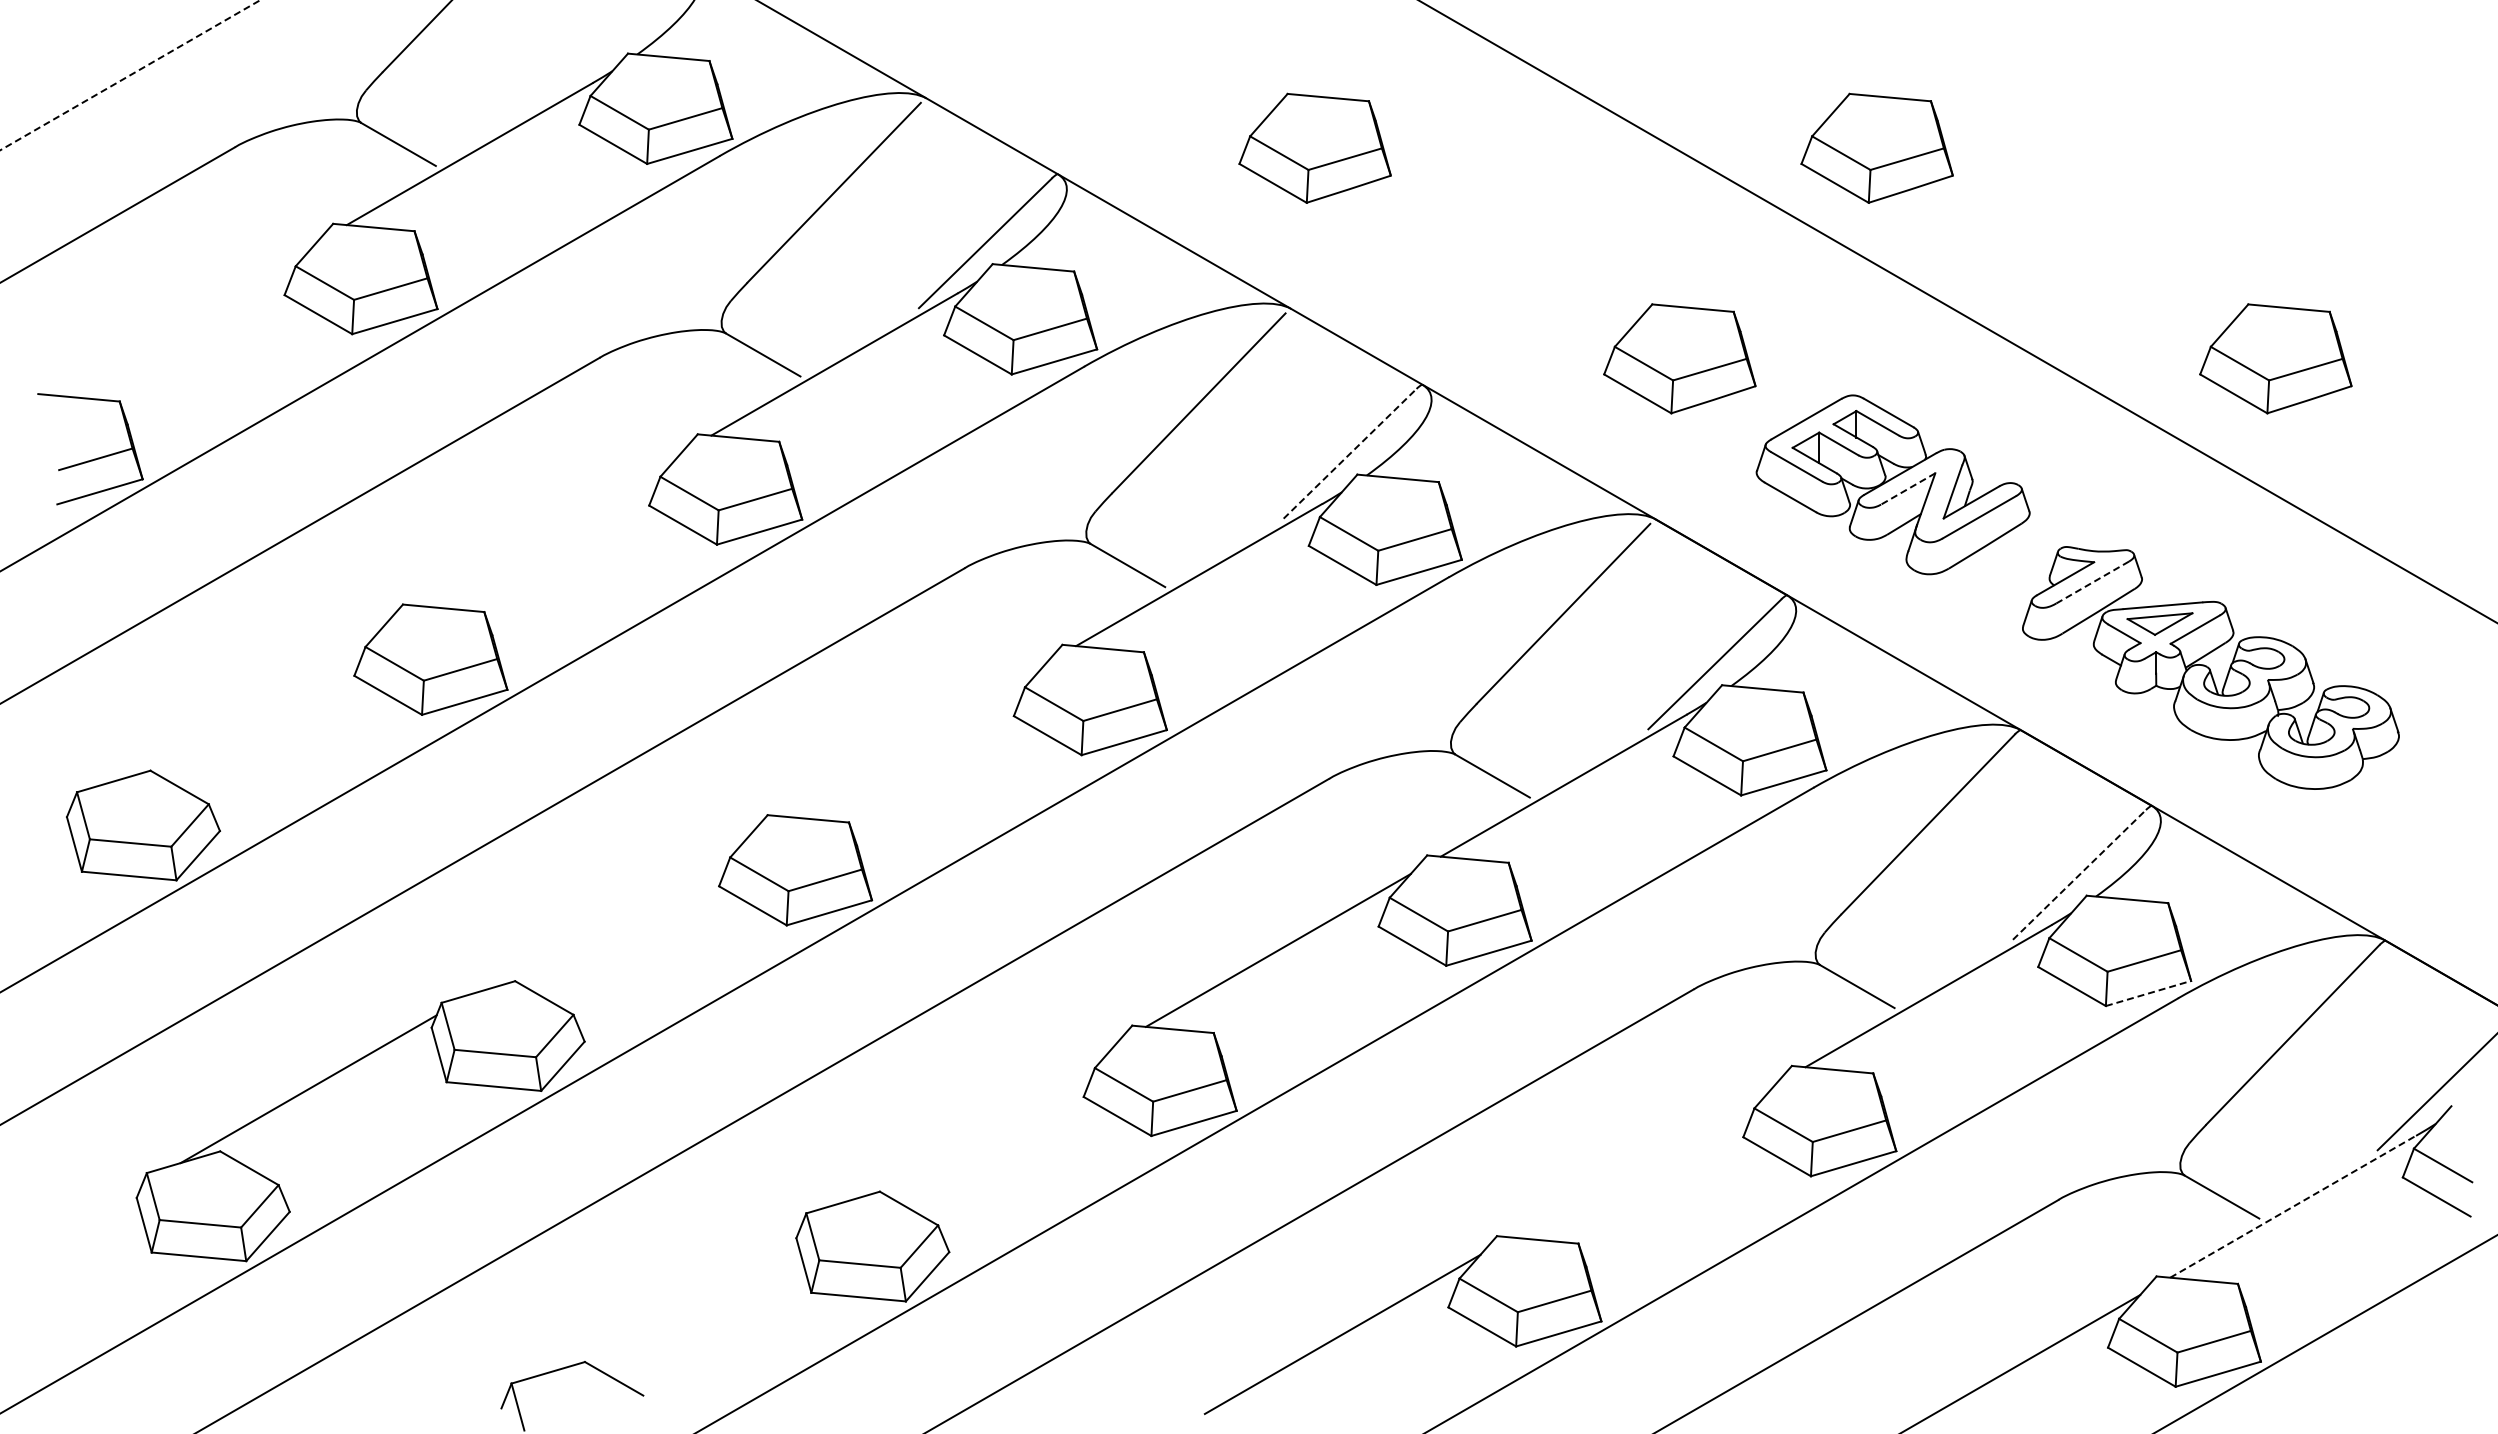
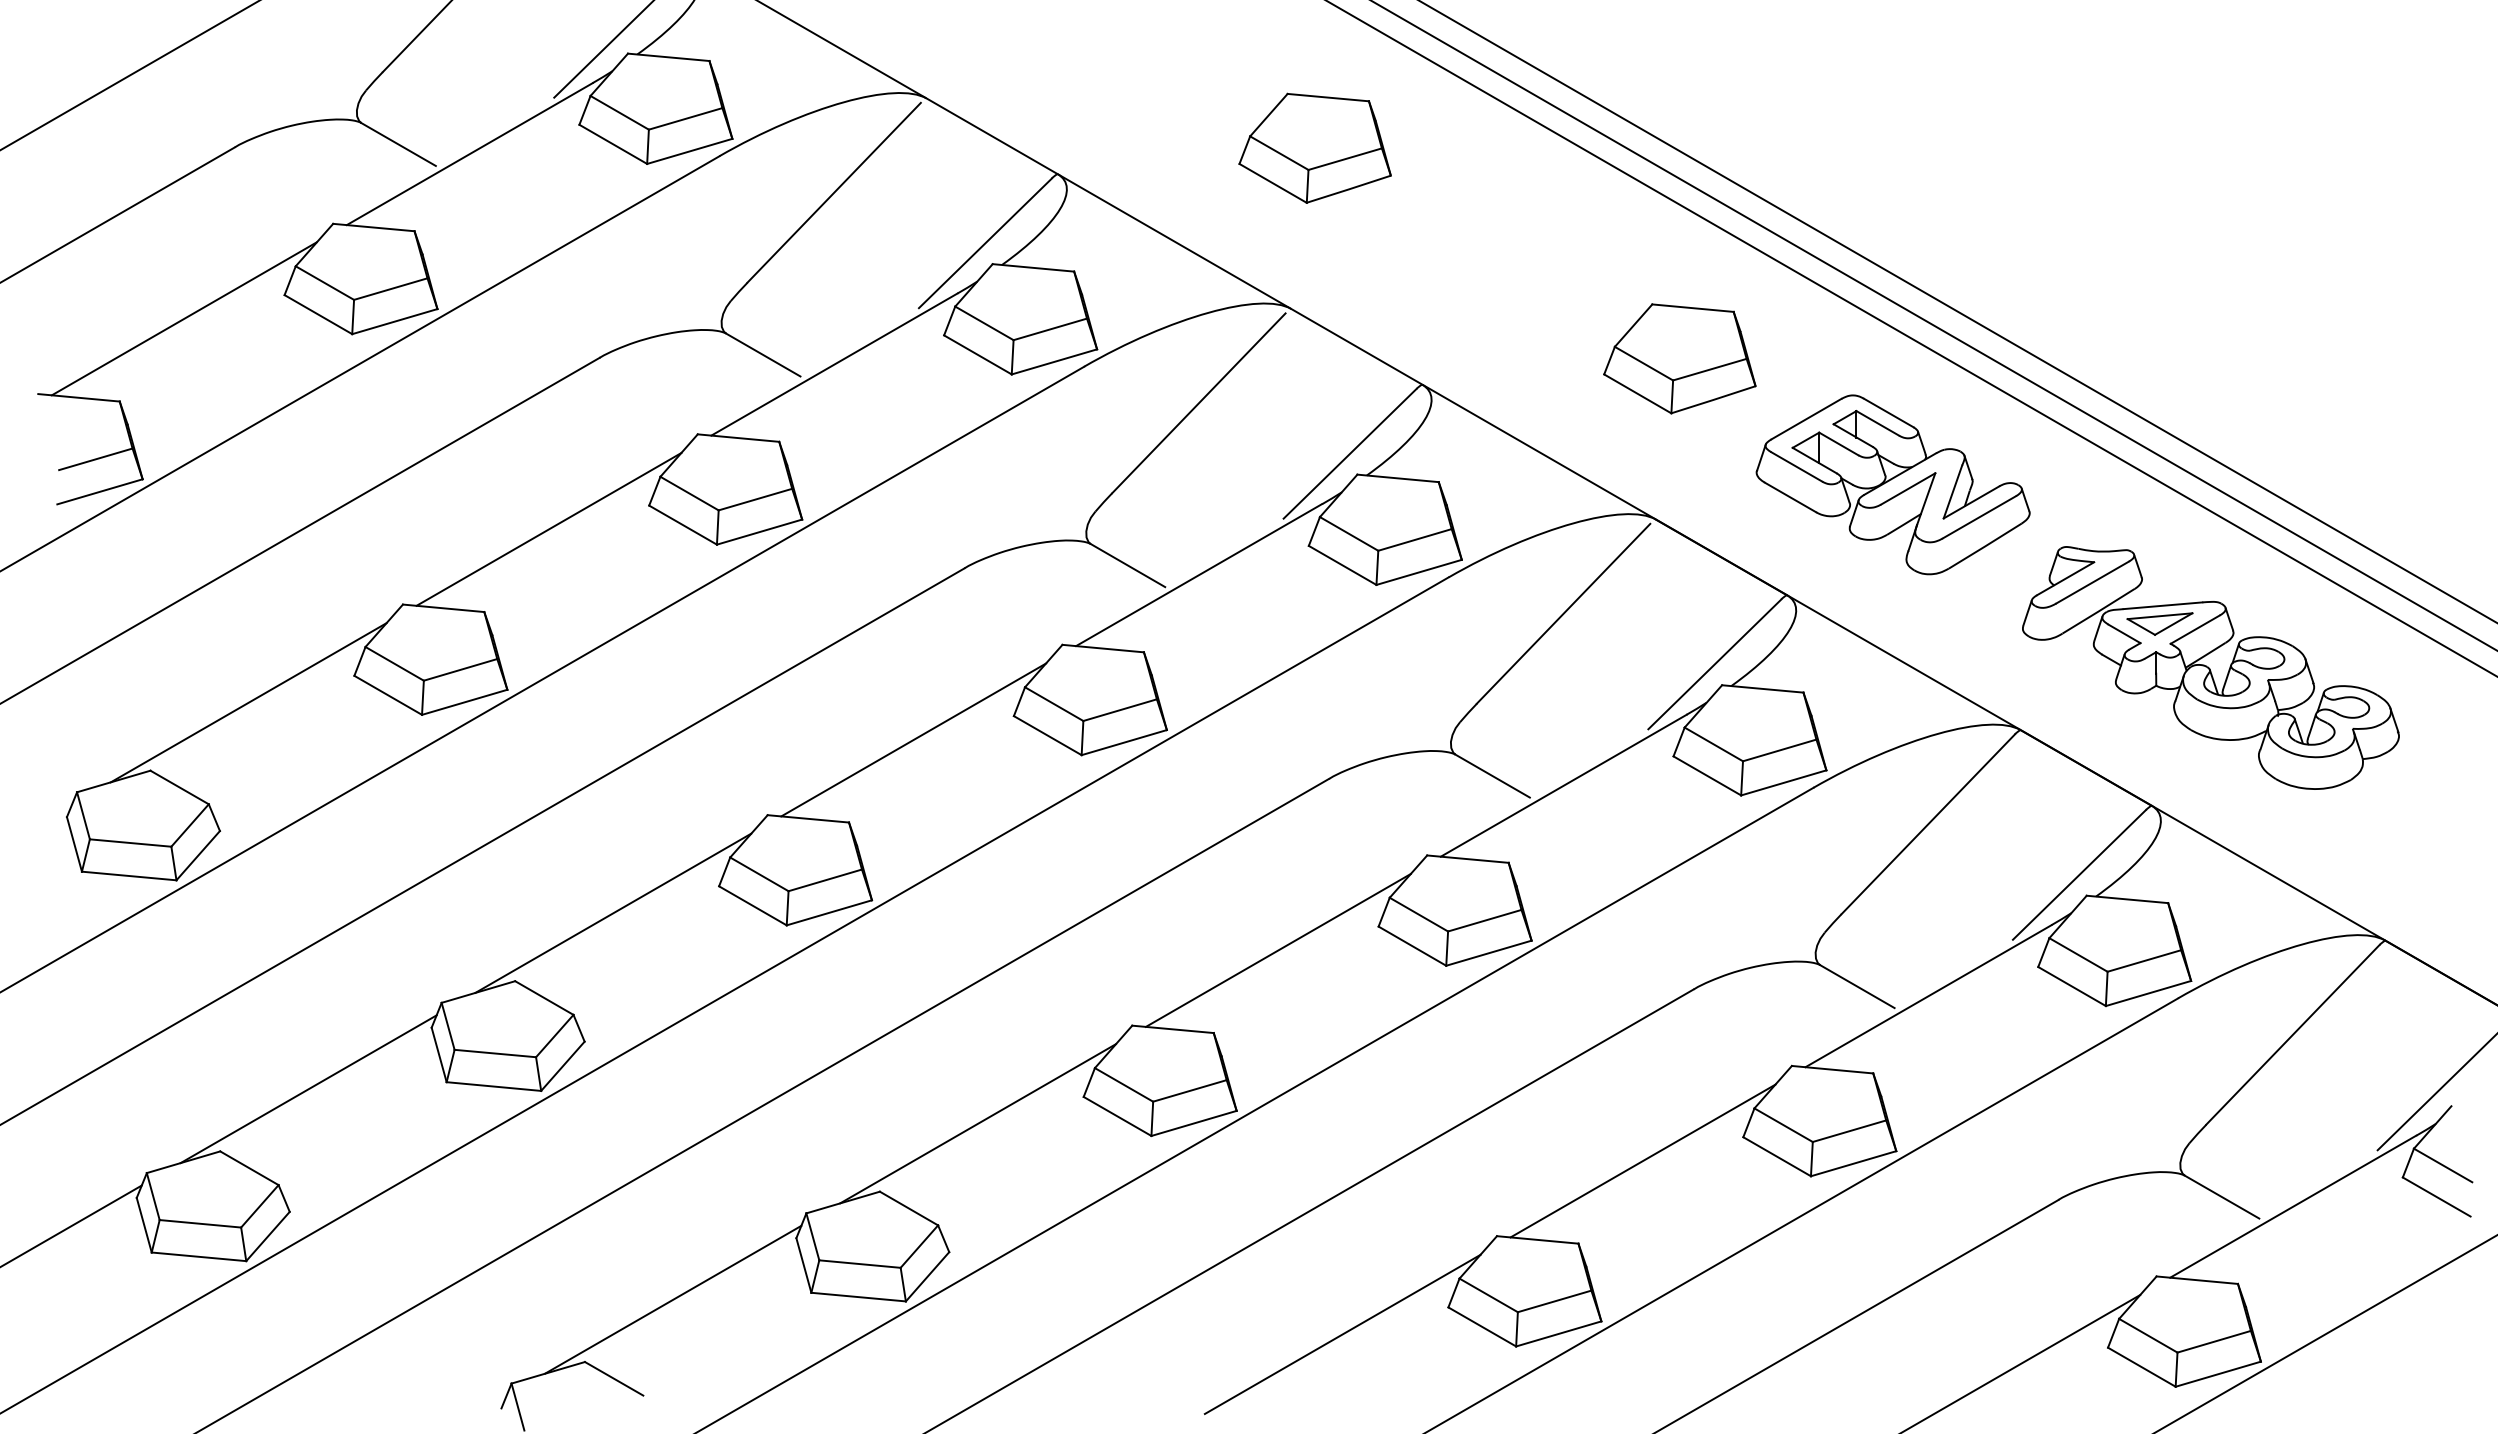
line at (603, 49): none -> present
line at (130, 75): dashed -> solid
part at (1876, 147): present -> none
line at (183, 318): none -> present
line at (1933, 325): none -> present
line at (1911, 338): none -> present
part at (2275, 358): present -> none
line at (1350, 453): dashed -> solid
line at (1907, 489): dashed -> solid
line at (548, 528): none -> present
line at (2092, 582): dashed -> solid
line at (248, 702): none -> present
line at (913, 739): none -> present
line at (2079, 874): dashed -> solid
line at (613, 912): none -> present
line at (2148, 993): dashed -> solid
line at (977, 1123): none -> present
line at (1642, 1160): none -> present
line at (2293, 1206): dashed -> solid
line at (71, 1225): none -> present
line at (673, 1299): none -> present
